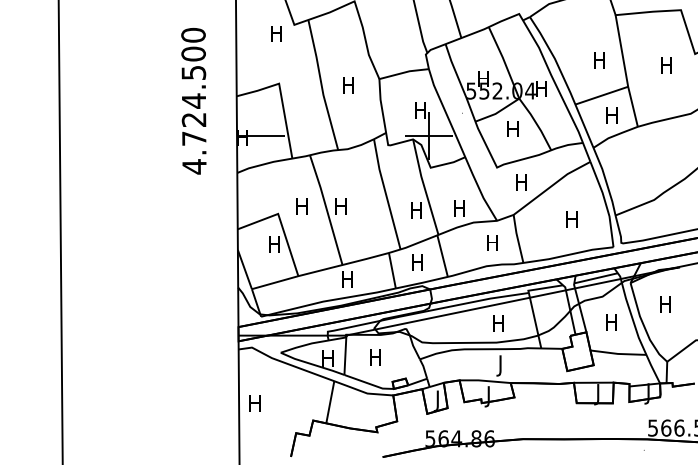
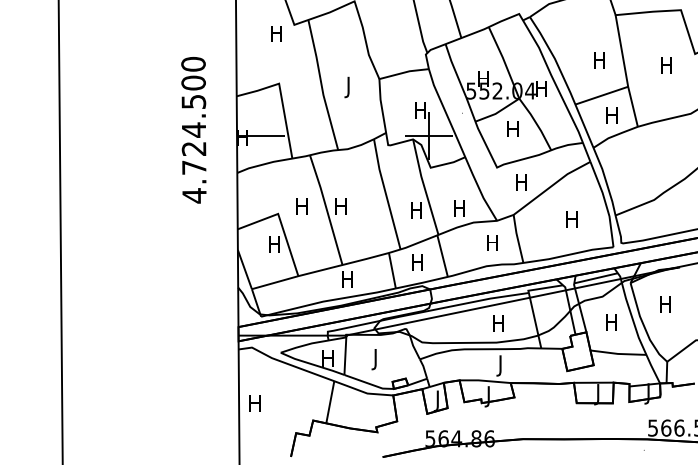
text at (348, 87): H -> J
text at (193, 101) position: (193, 101) -> (193, 130)
text at (375, 359): H -> J
